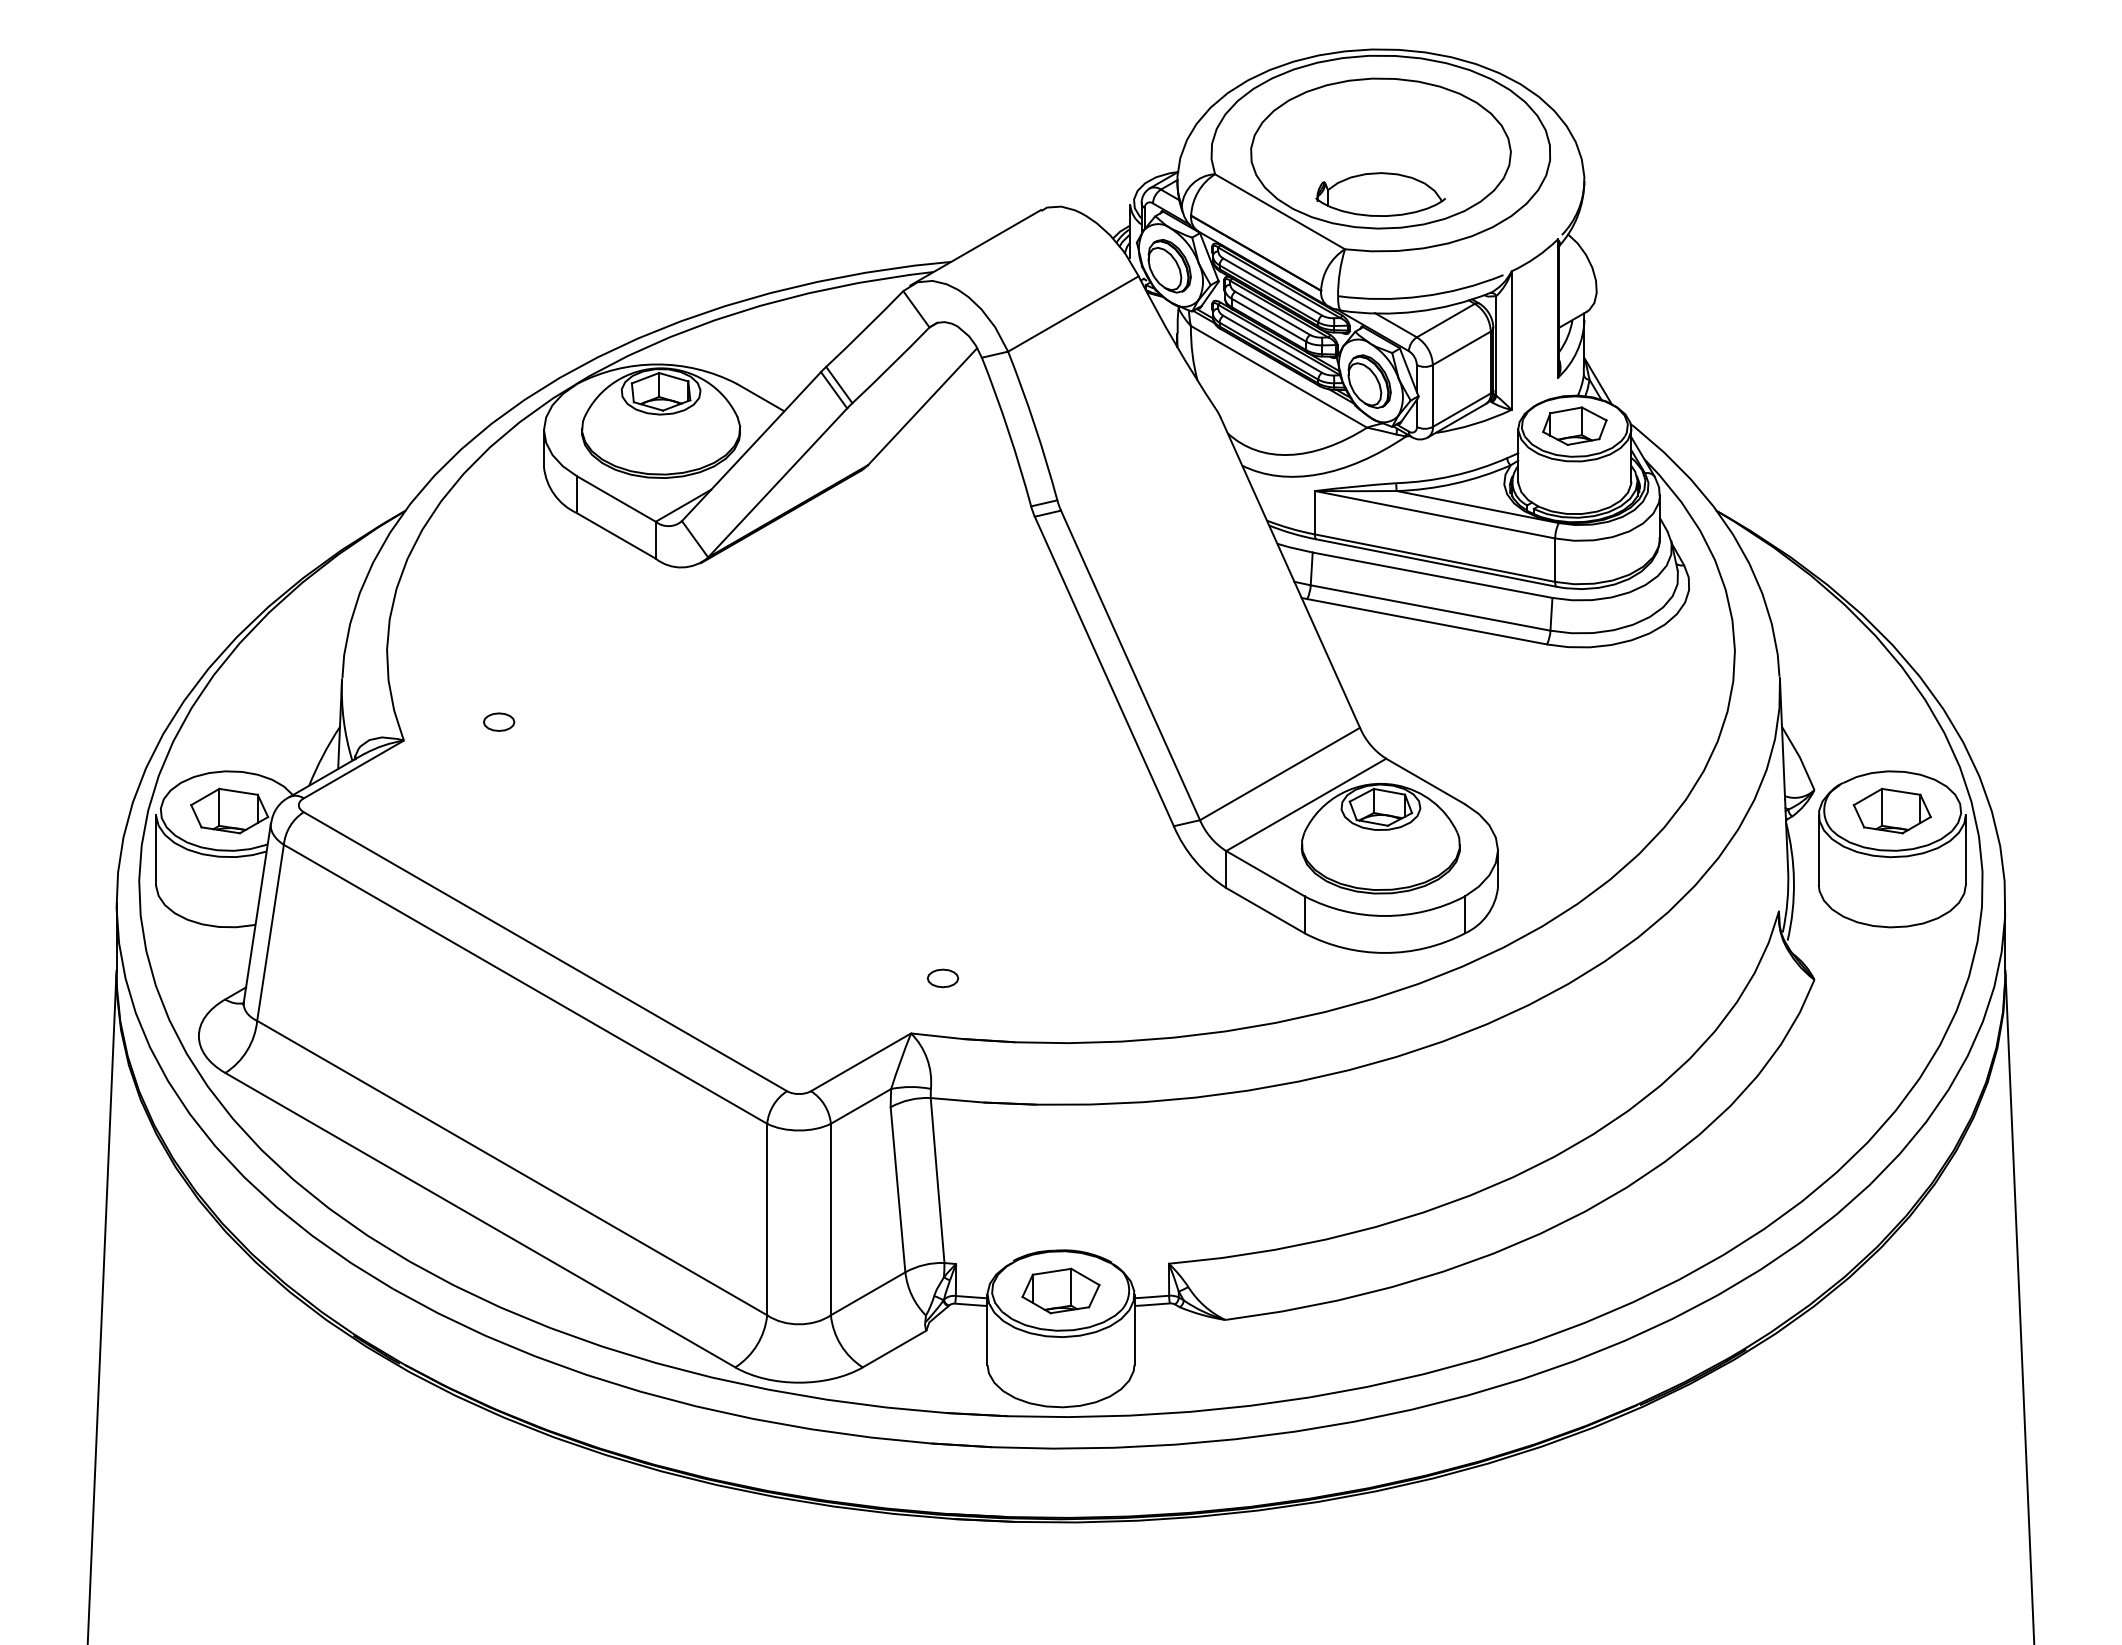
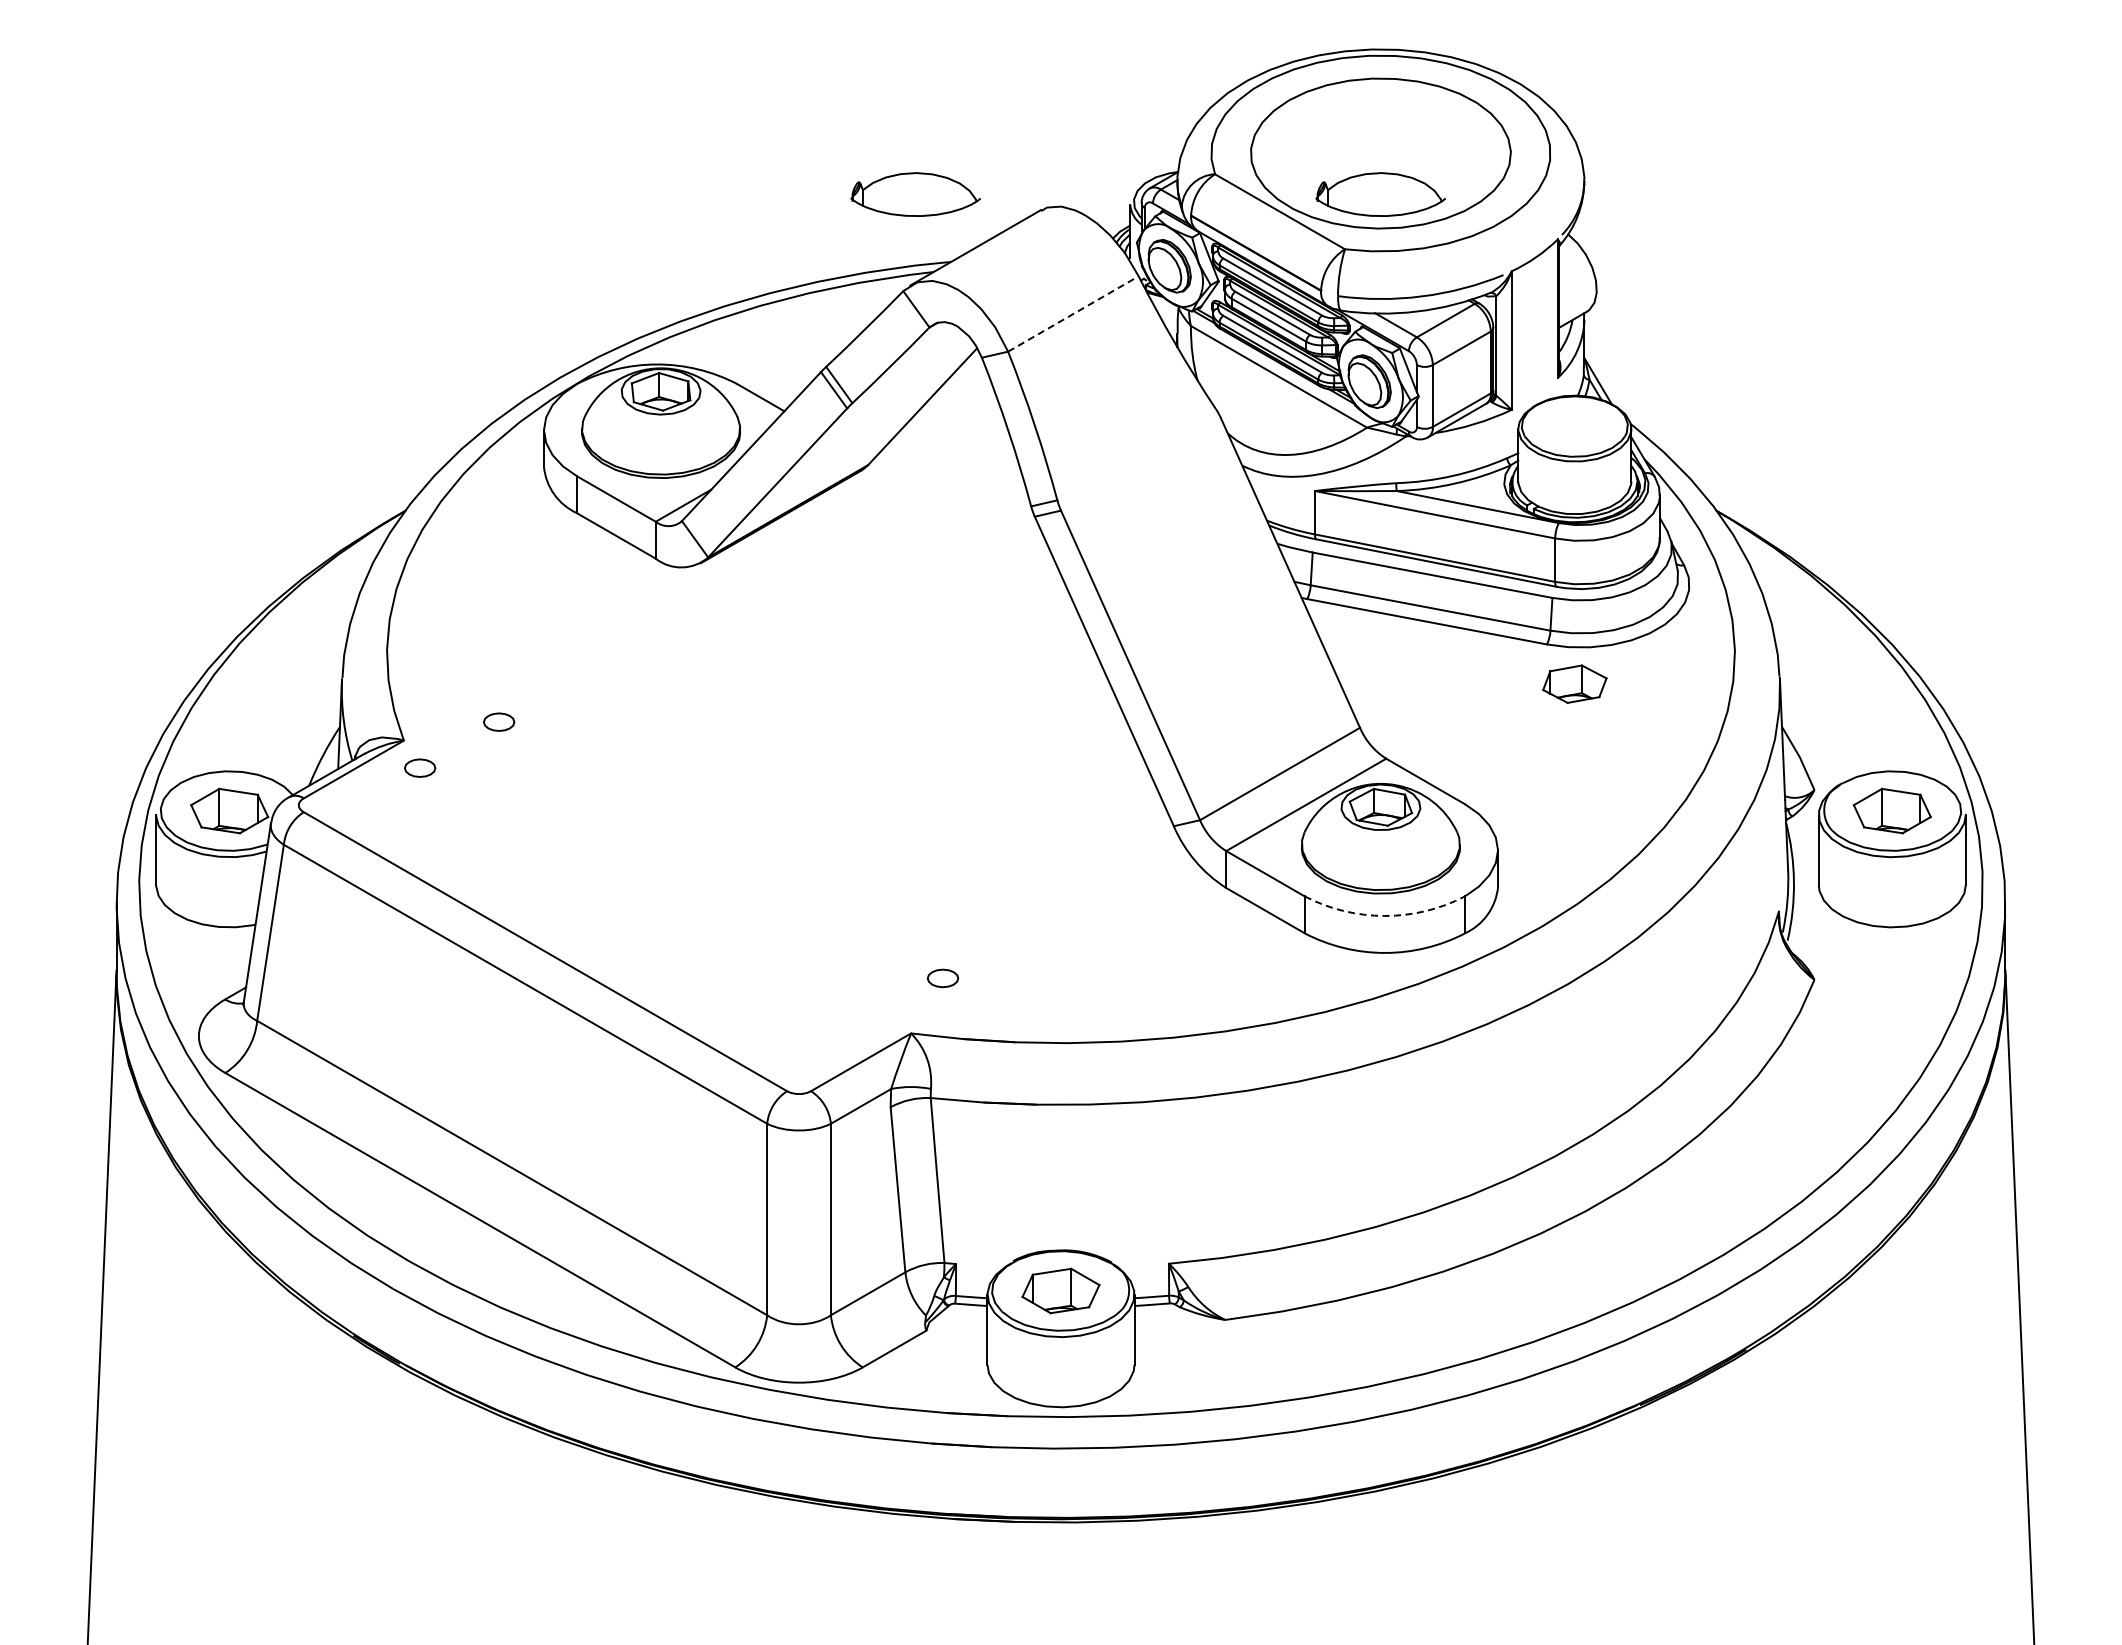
part at (915, 194): none -> present
line at (1073, 313): solid -> dashed
part at (1574, 425) position: (1574, 425) -> (1574, 683)
part at (420, 767): none -> present
arc at (1384, 915): solid -> dashed
